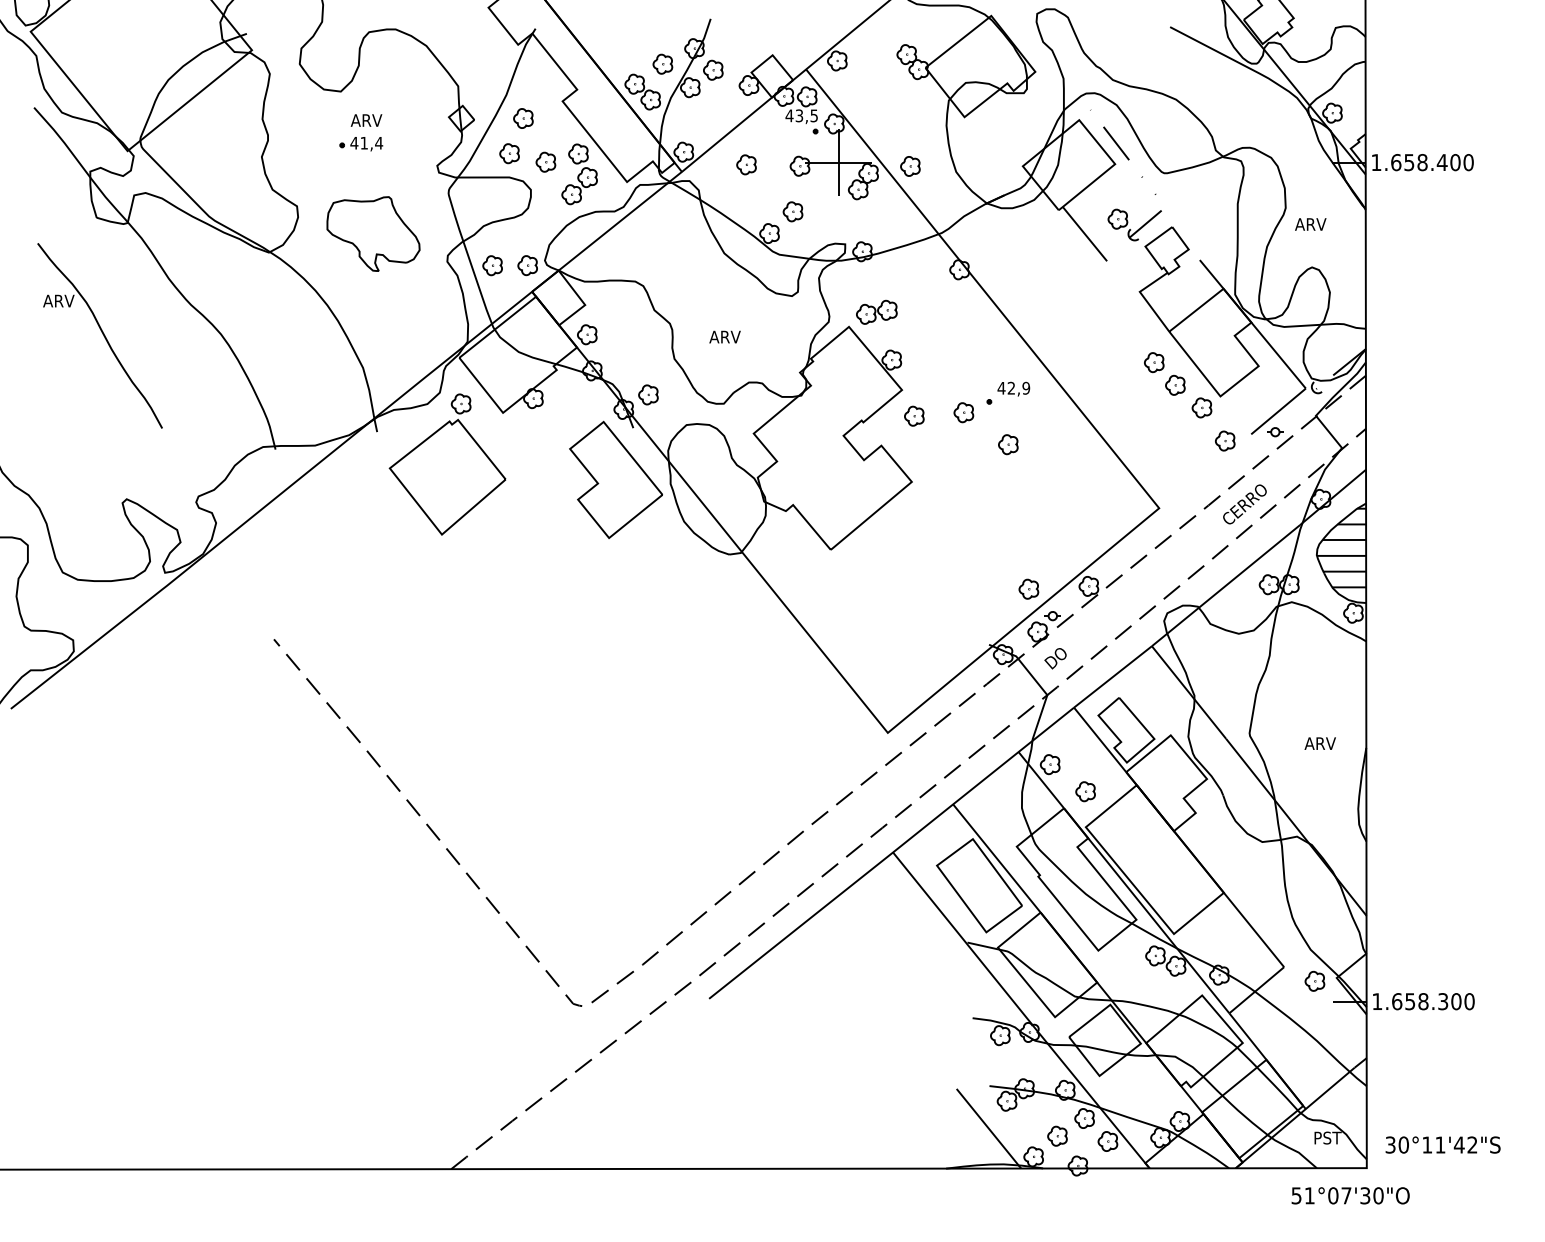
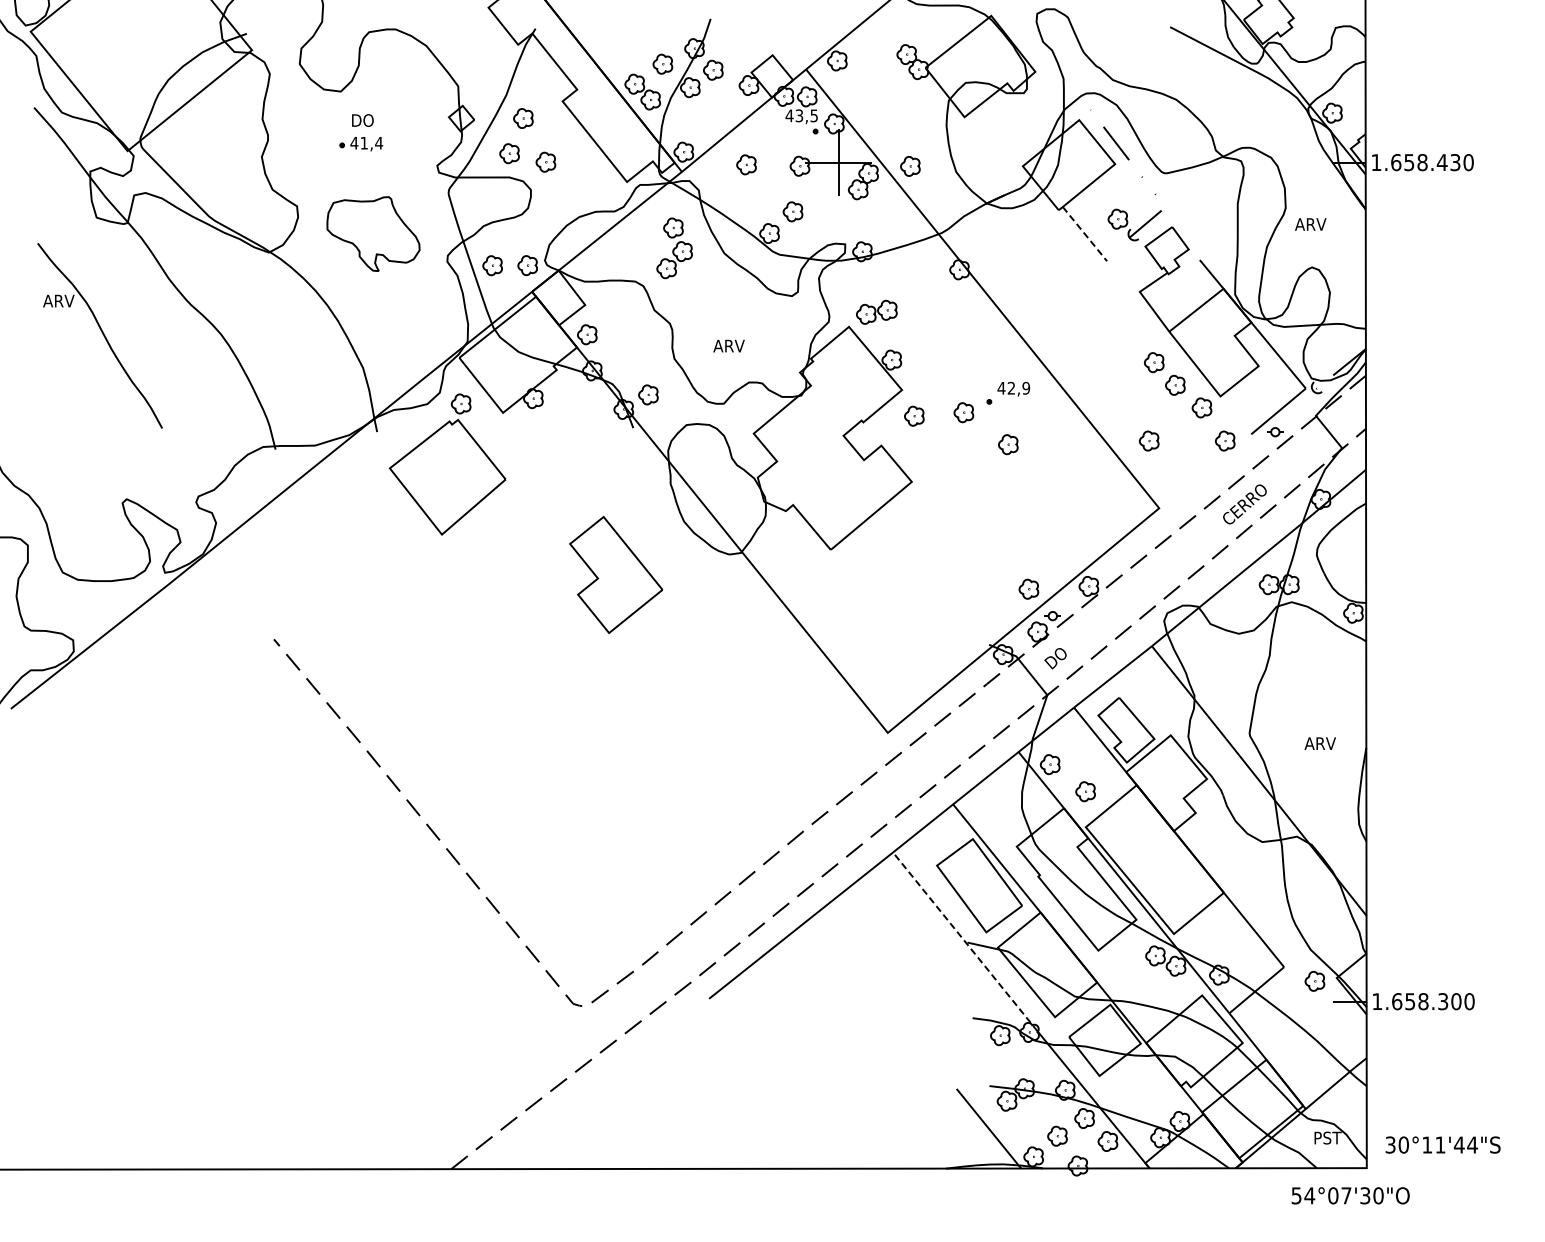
text at (366, 120): ARV -> DO
text at (1455, 162): 1.658.400 -> 1.658.430
part at (579, 174) position: (579, 174) -> (674, 248)
line at (1085, 234): solid -> dashed
text at (724, 336) position: (724, 336) -> (728, 345)
part at (1149, 440): none -> present
part at (615, 479) position: (615, 479) -> (615, 574)
hatch at (1341, 547): present -> none
line at (964, 941): solid -> dashed
text at (1472, 1144): 30°11'42"S -> 30°11'44"S
text at (1309, 1195): 51°07'30"O -> 54°07'30"O
